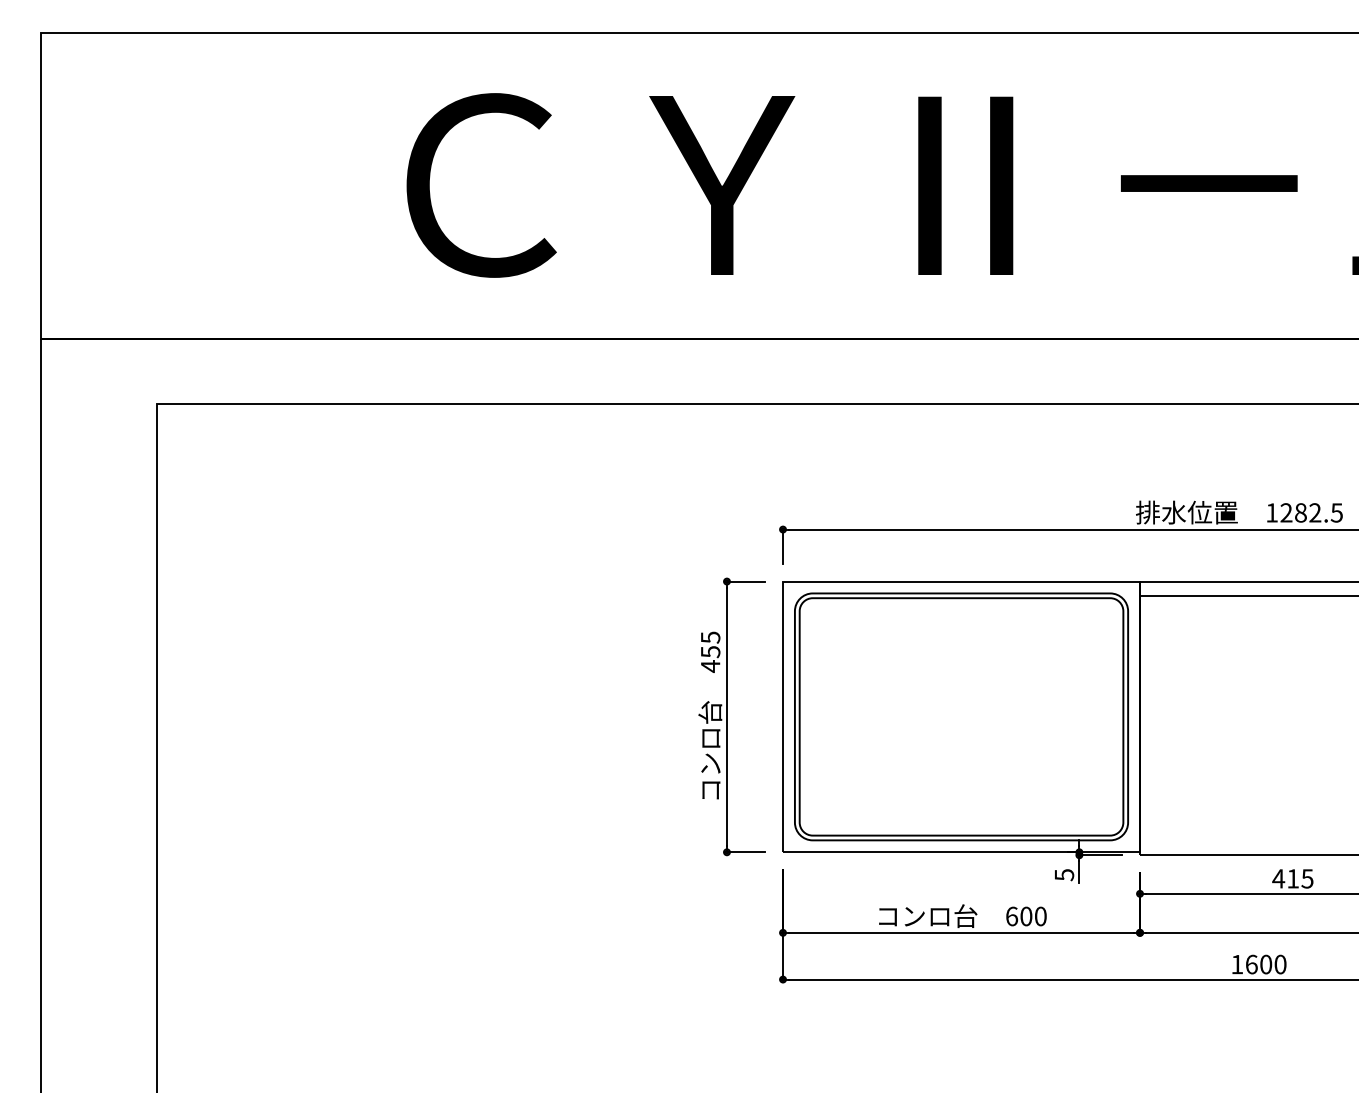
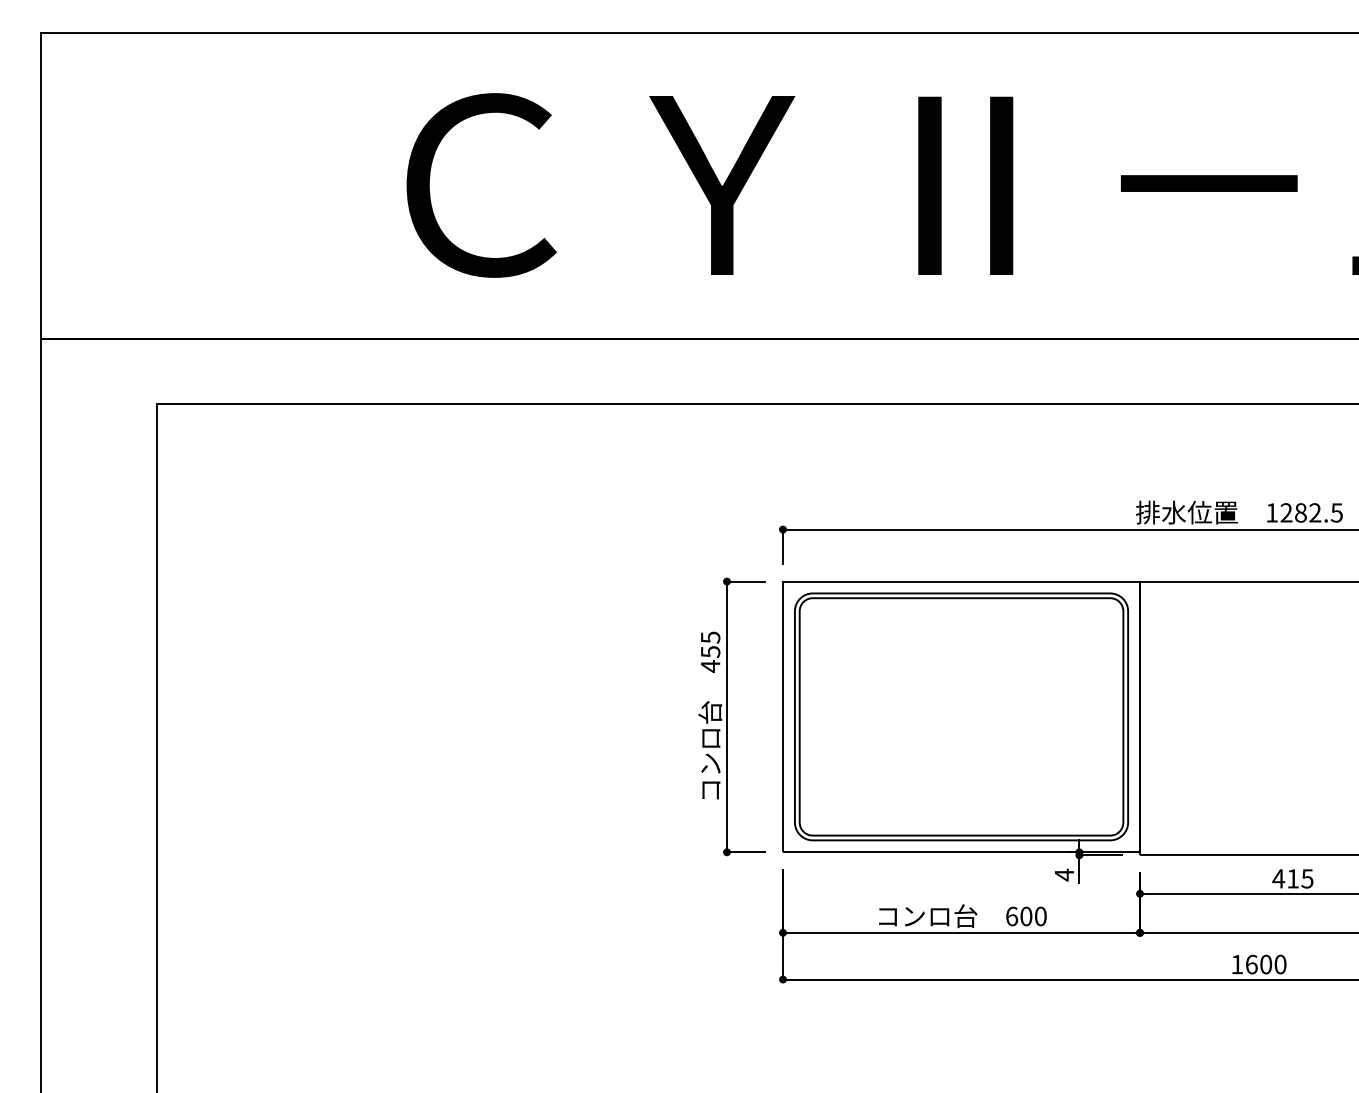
line at (1247, 596): present -> none
text at (1064, 874): 5 -> 4
